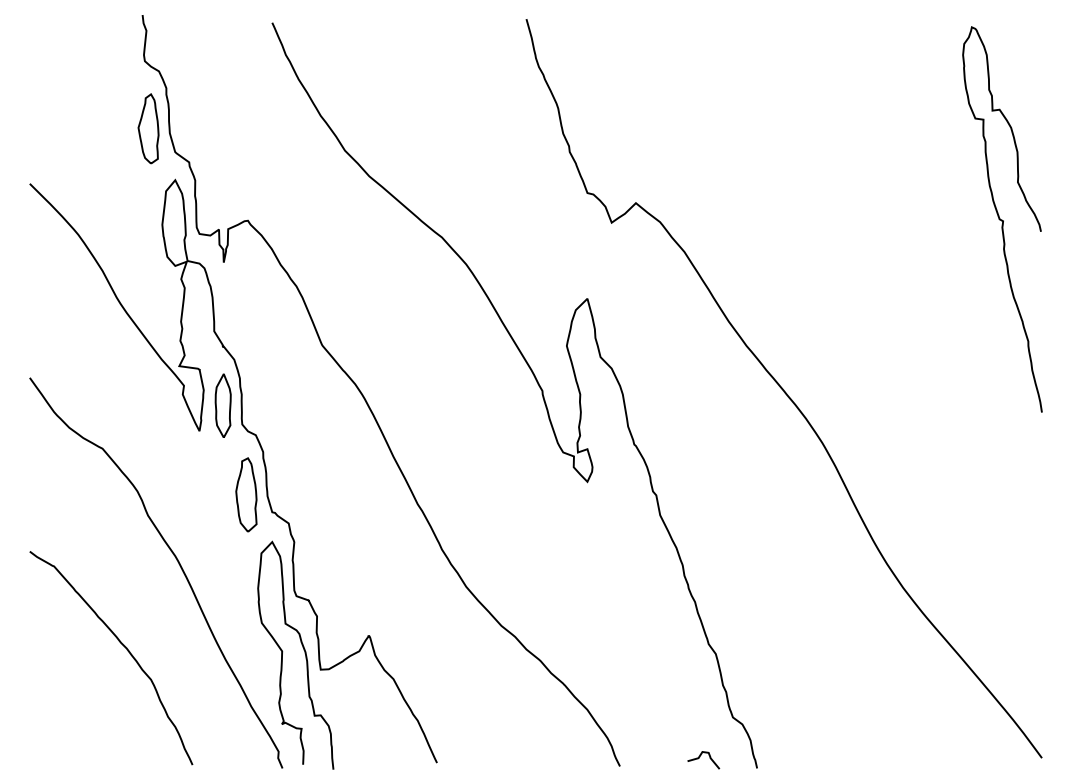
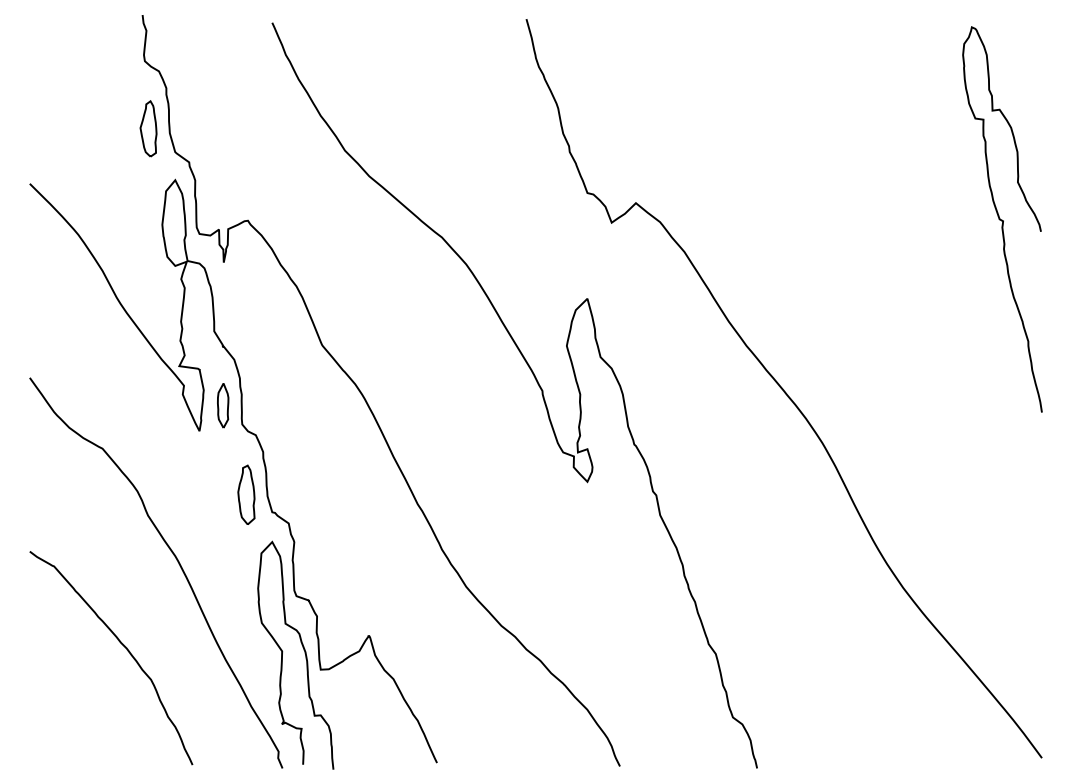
part at (148, 128) size: 23x72 px -> 19x58 px
part at (222, 405) size: 18x65 px -> 13x46 px
part at (246, 494) size: 23x76 px -> 19x61 px
curve at (700, 757): present -> none
